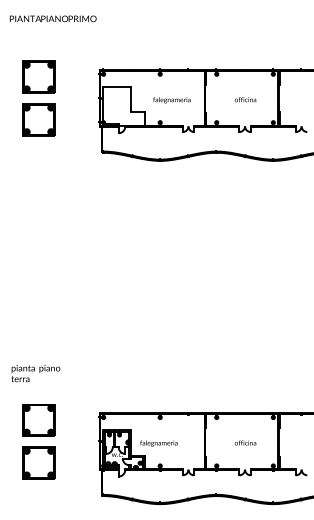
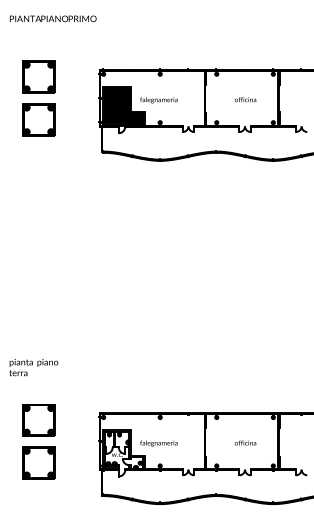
text at (171, 100) position: (171, 100) -> (158, 100)
fill at (123, 106): none -> present
text at (35, 373) position: (35, 373) -> (33, 367)
